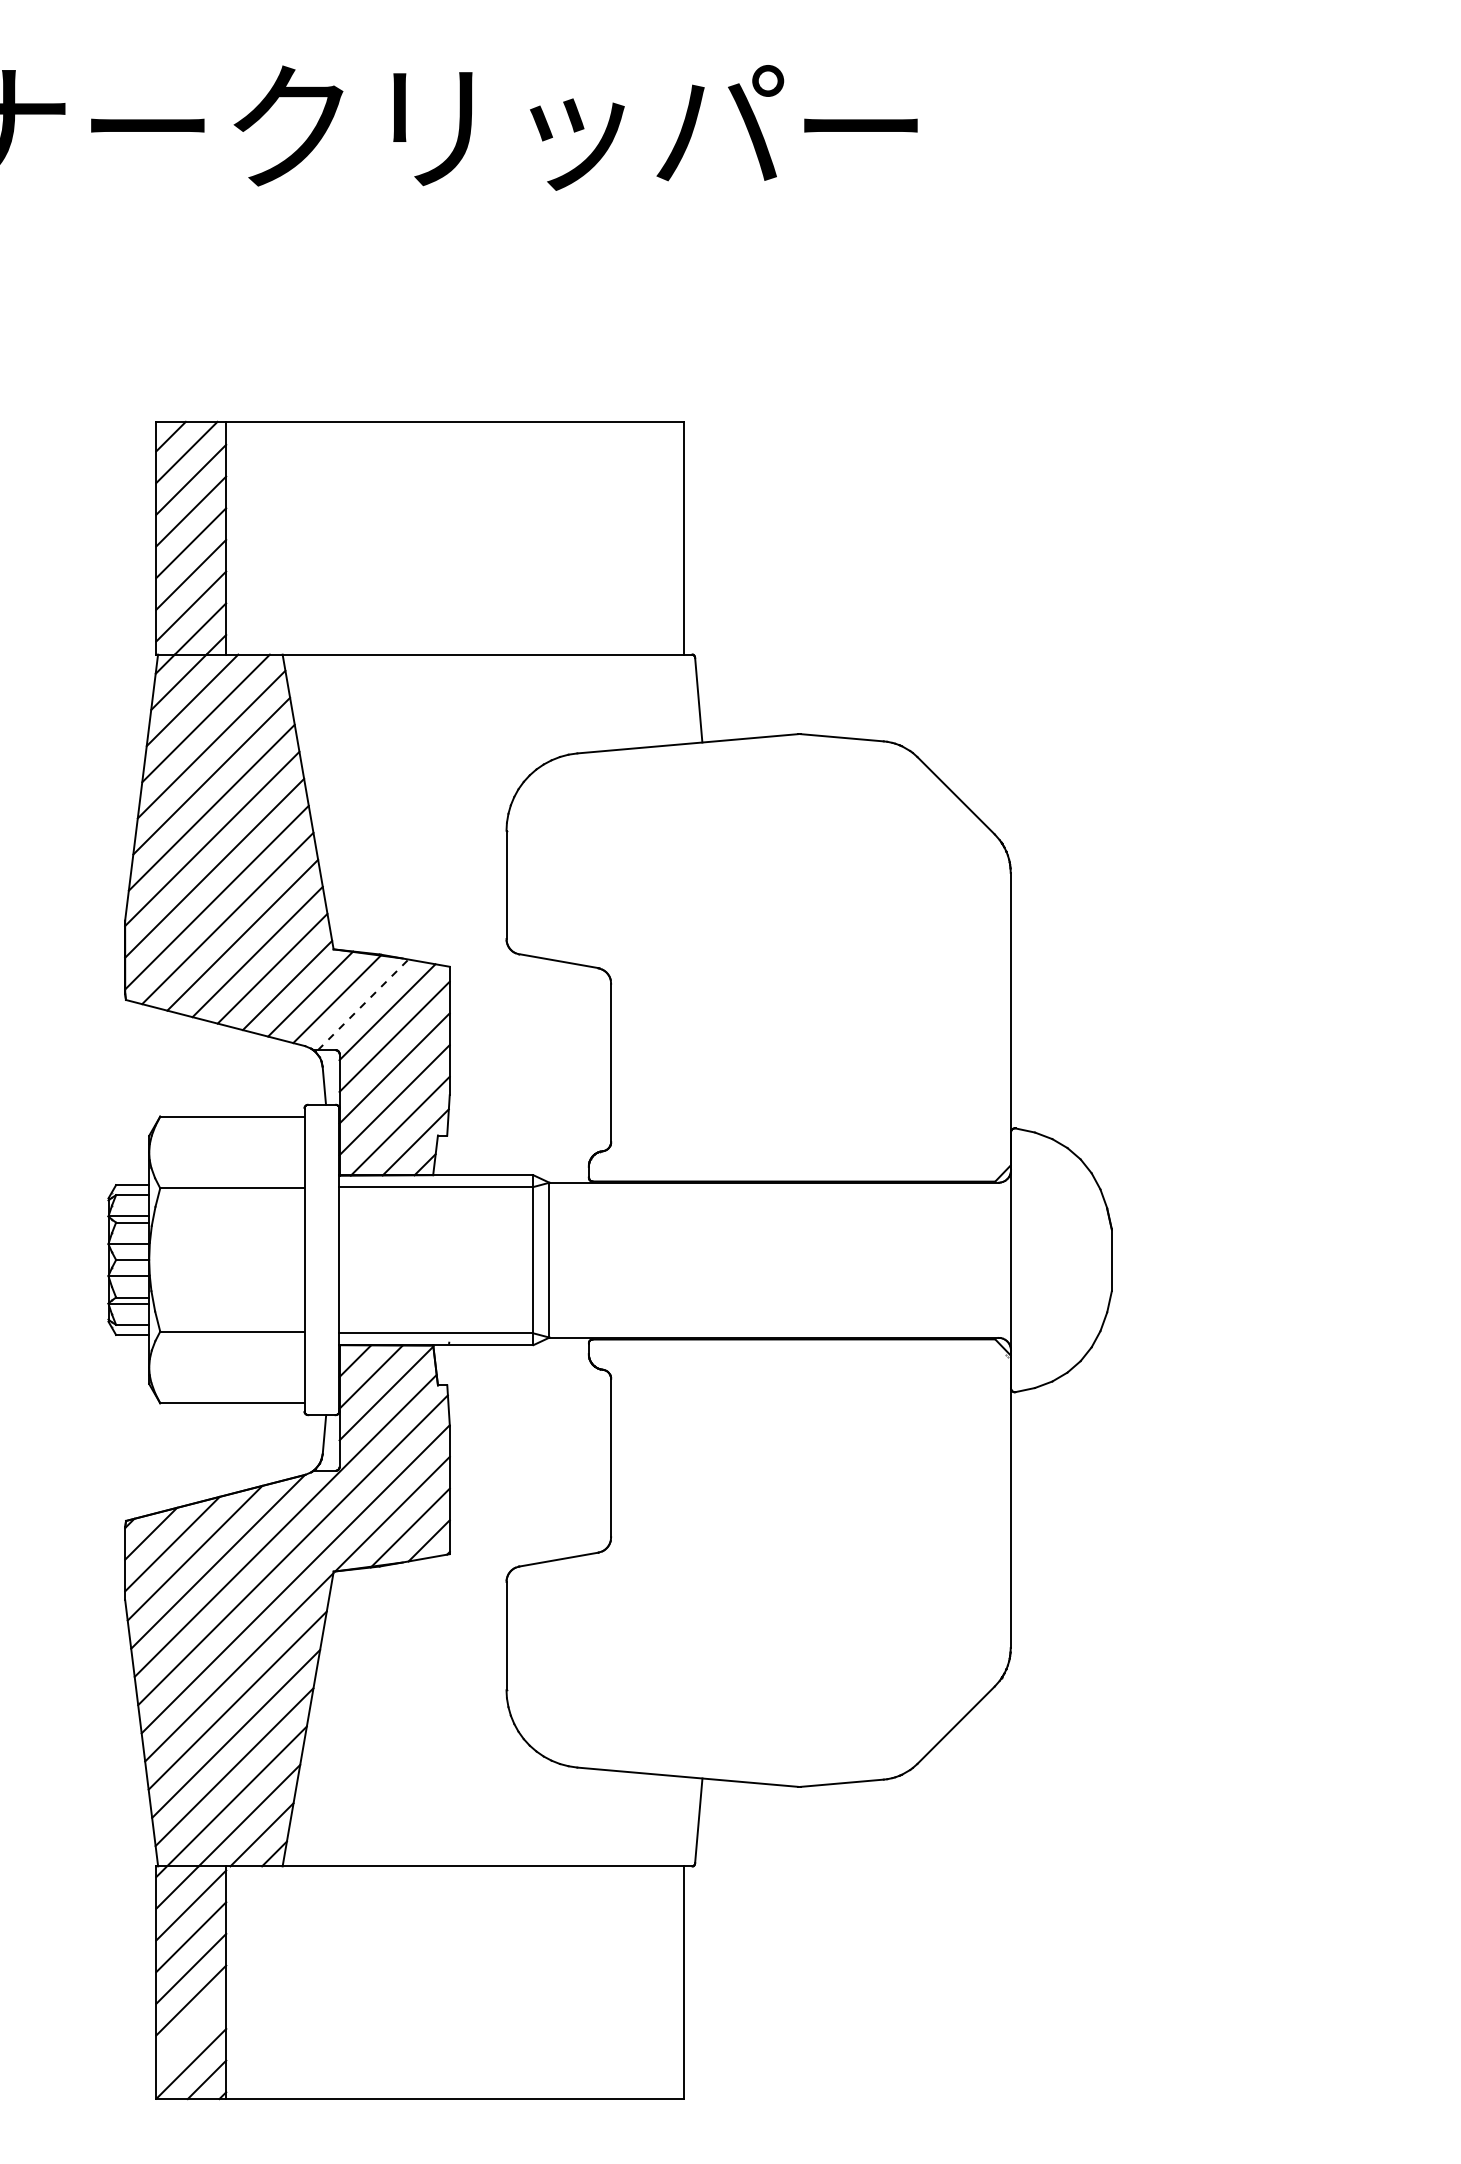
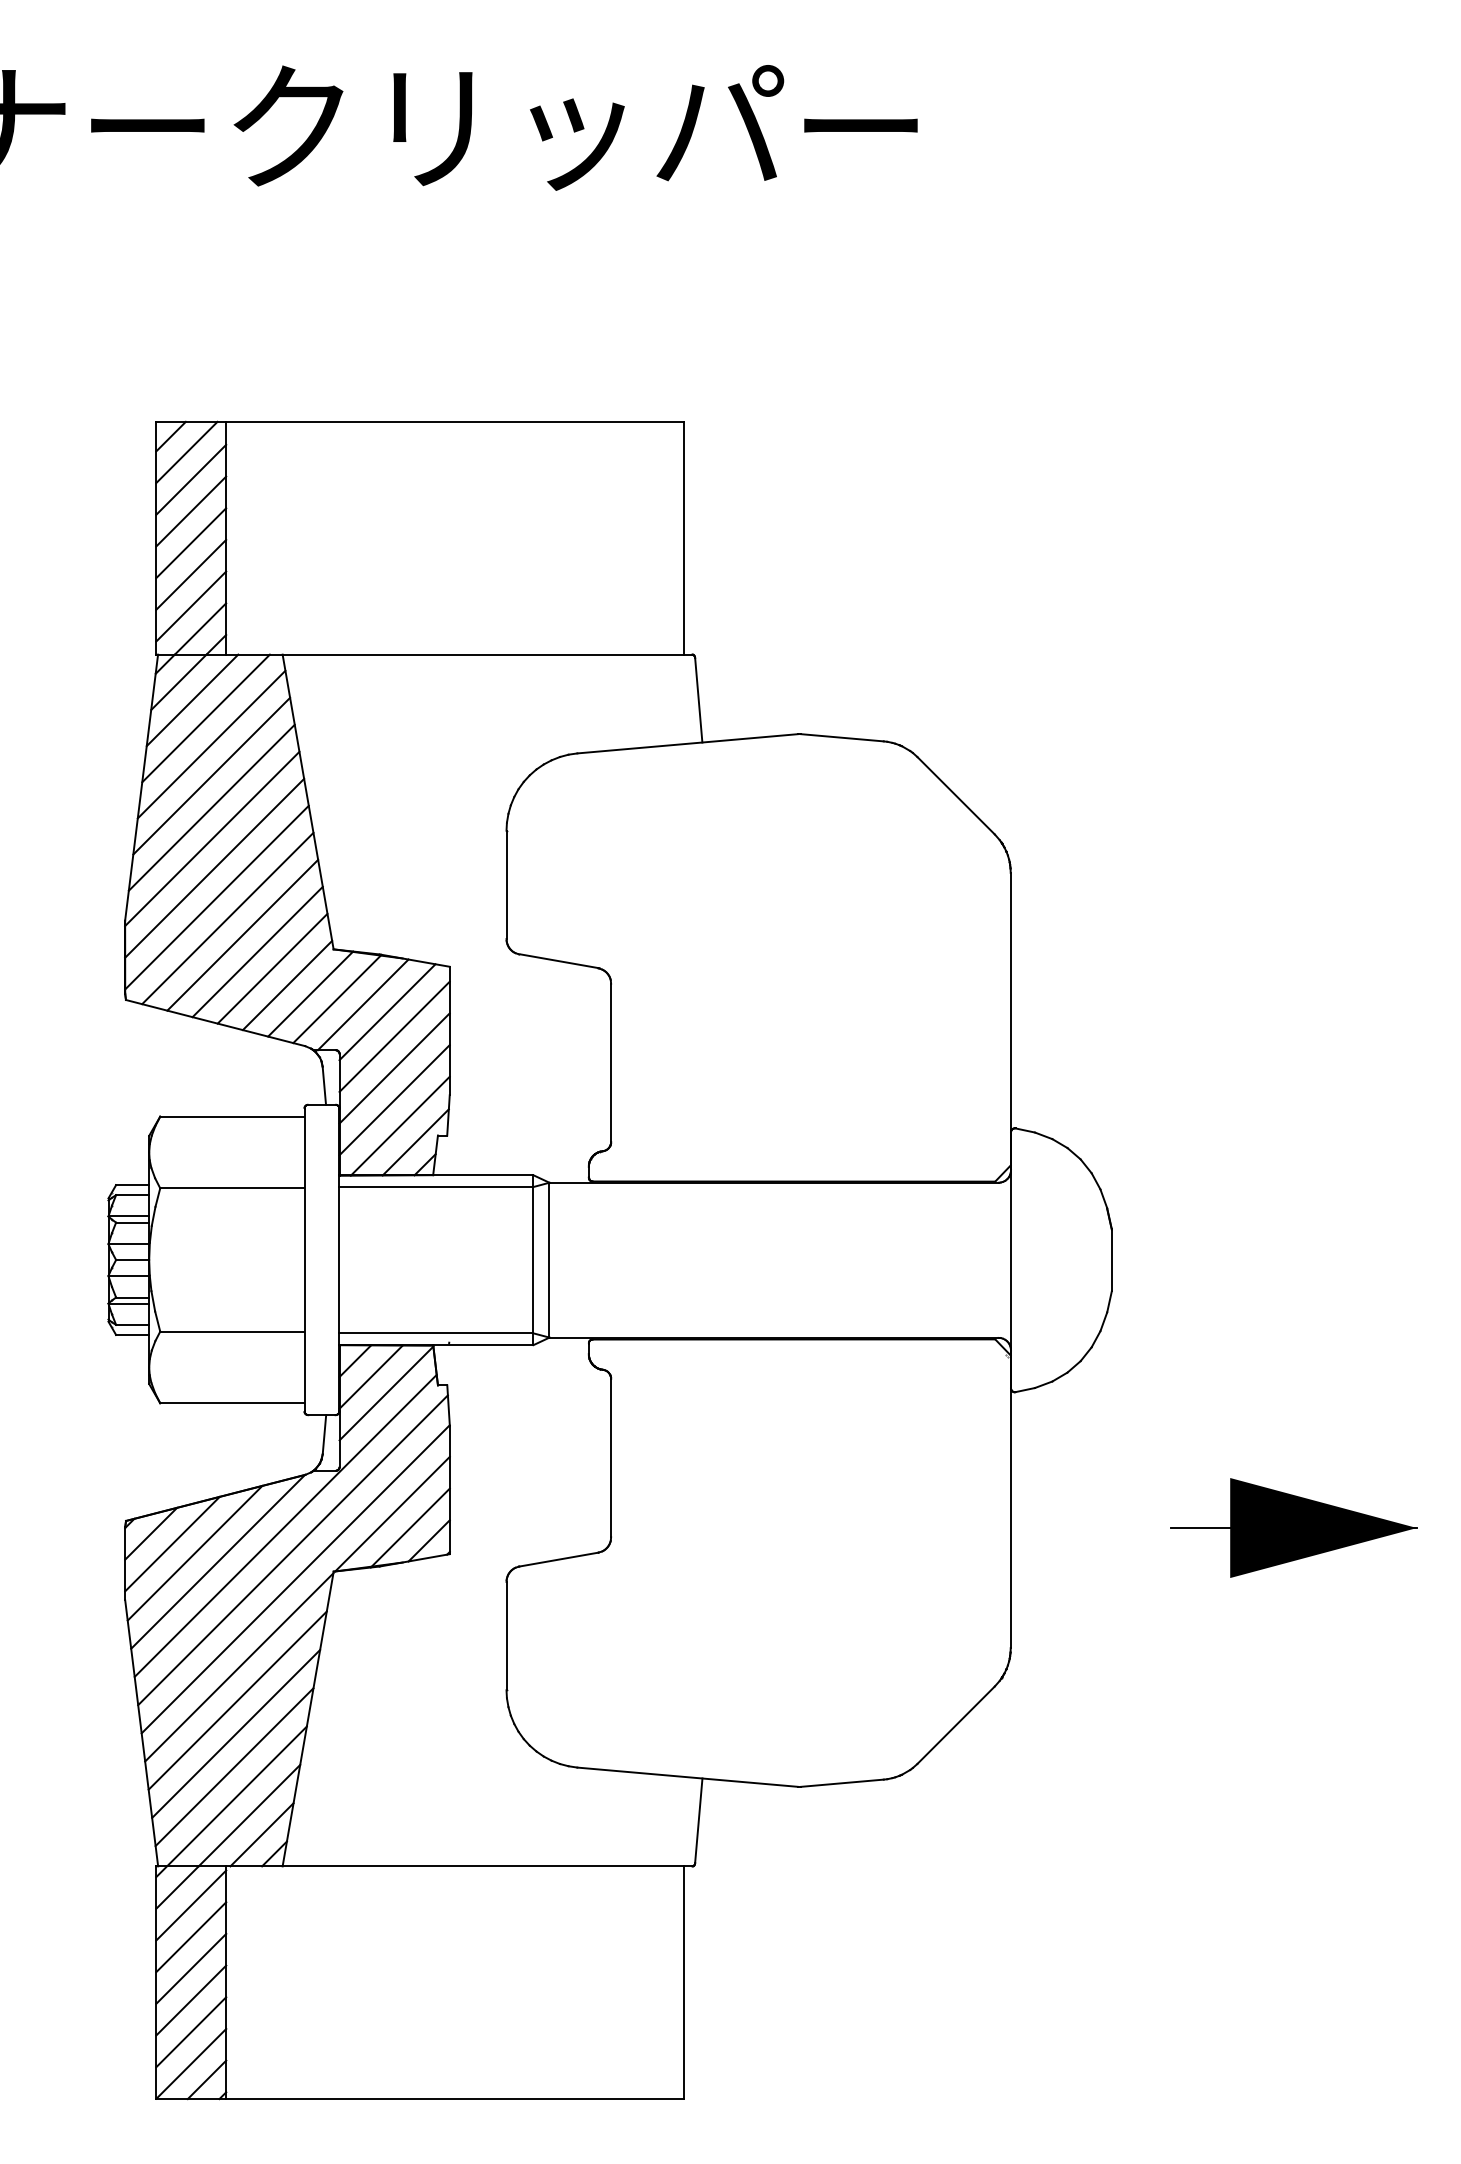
line at (363, 1004): dashed -> solid
part at (1293, 1527): none -> present
line at (191, 2032): none -> present
